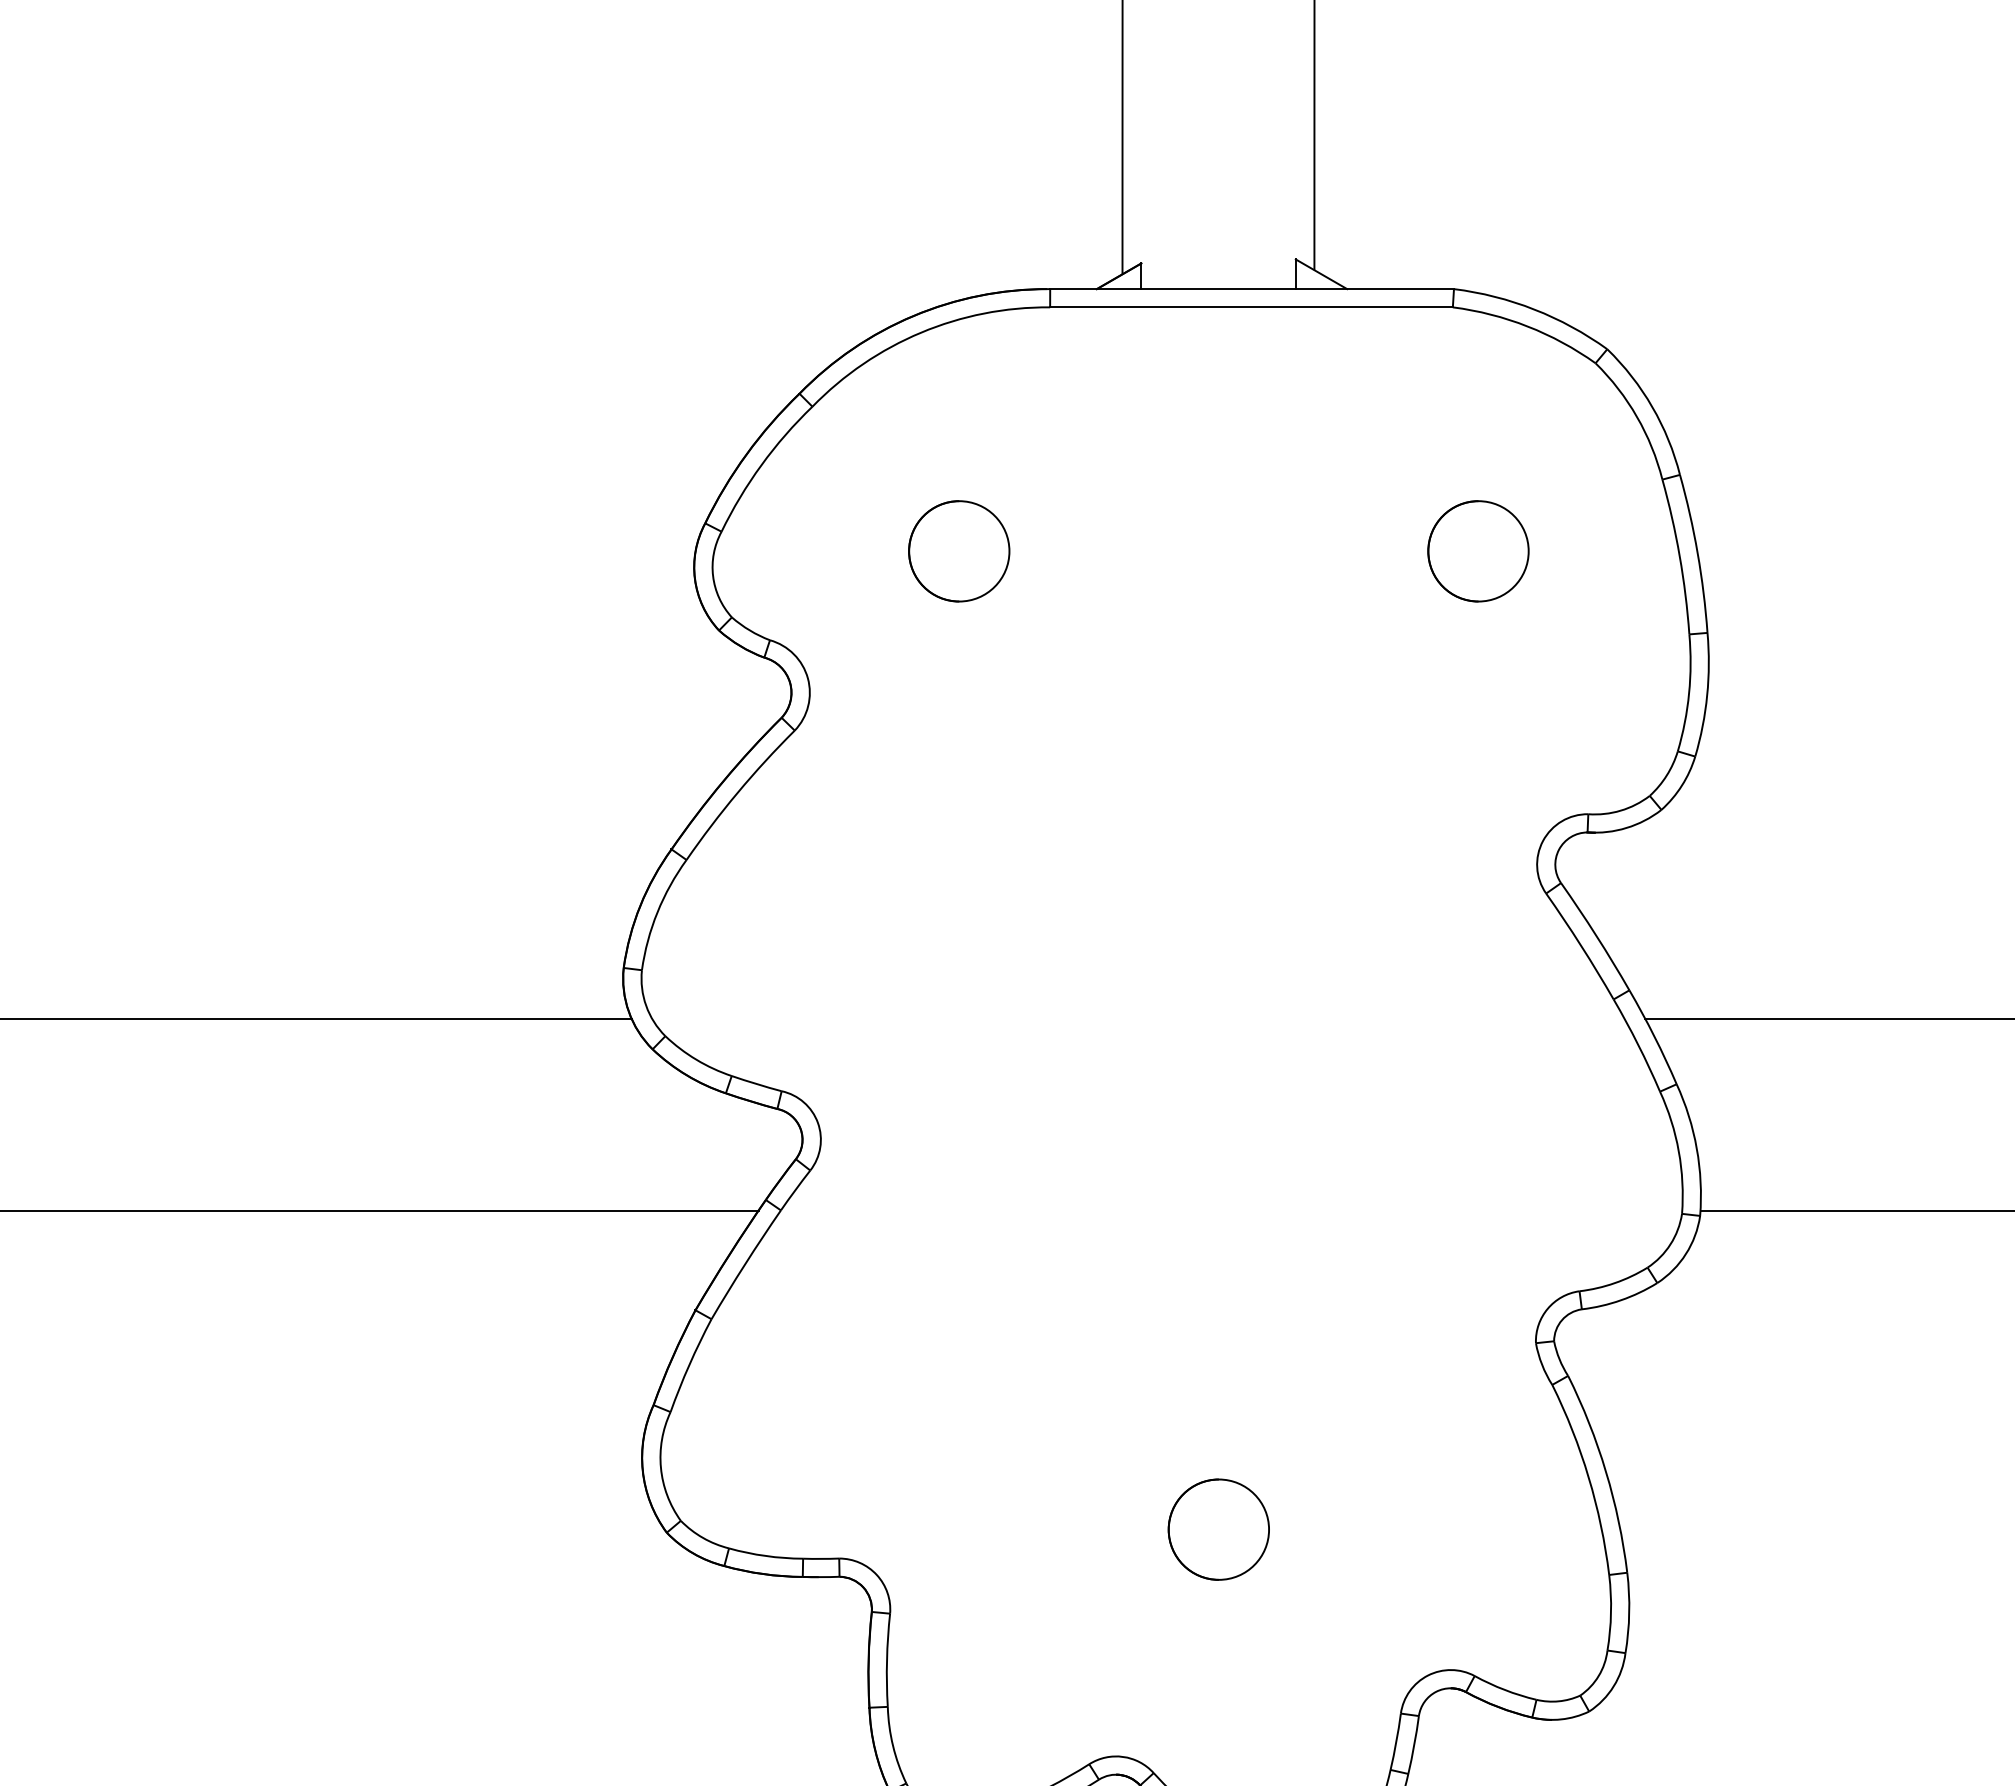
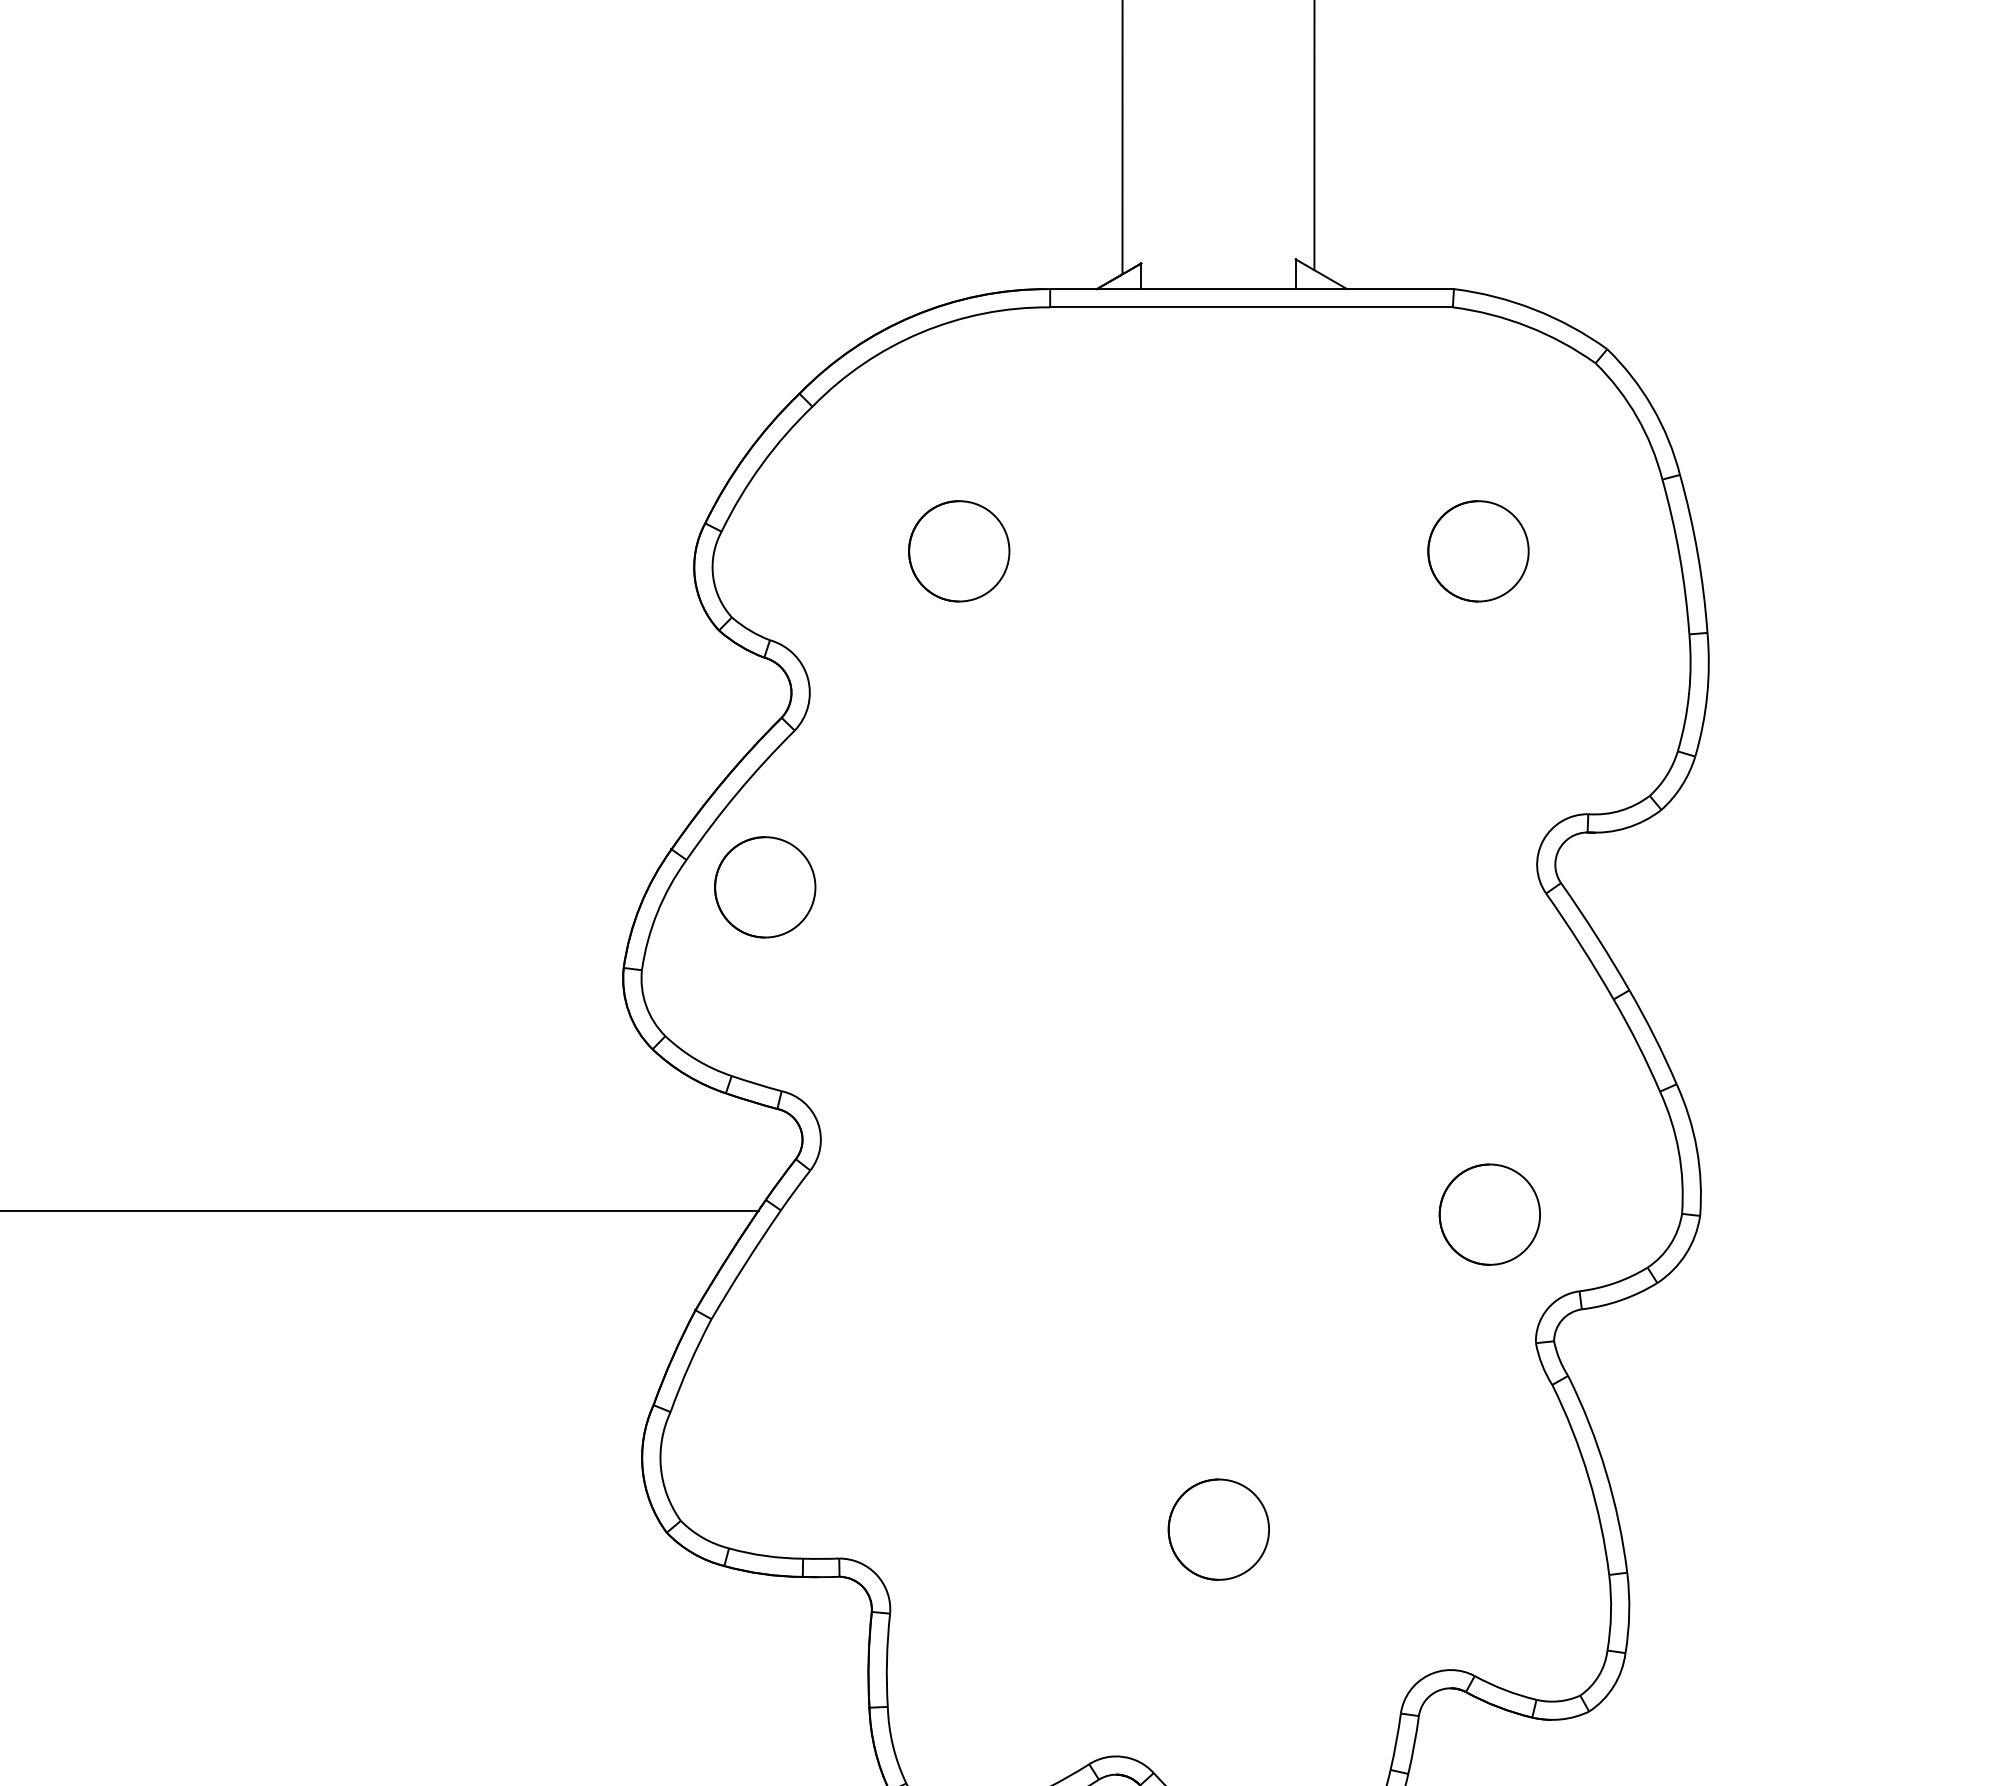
circle at (765, 887): none -> present
line at (316, 1018): present -> none
line at (1828, 1018): present -> none
line at (1855, 1210): present -> none
circle at (1489, 1214): none -> present
